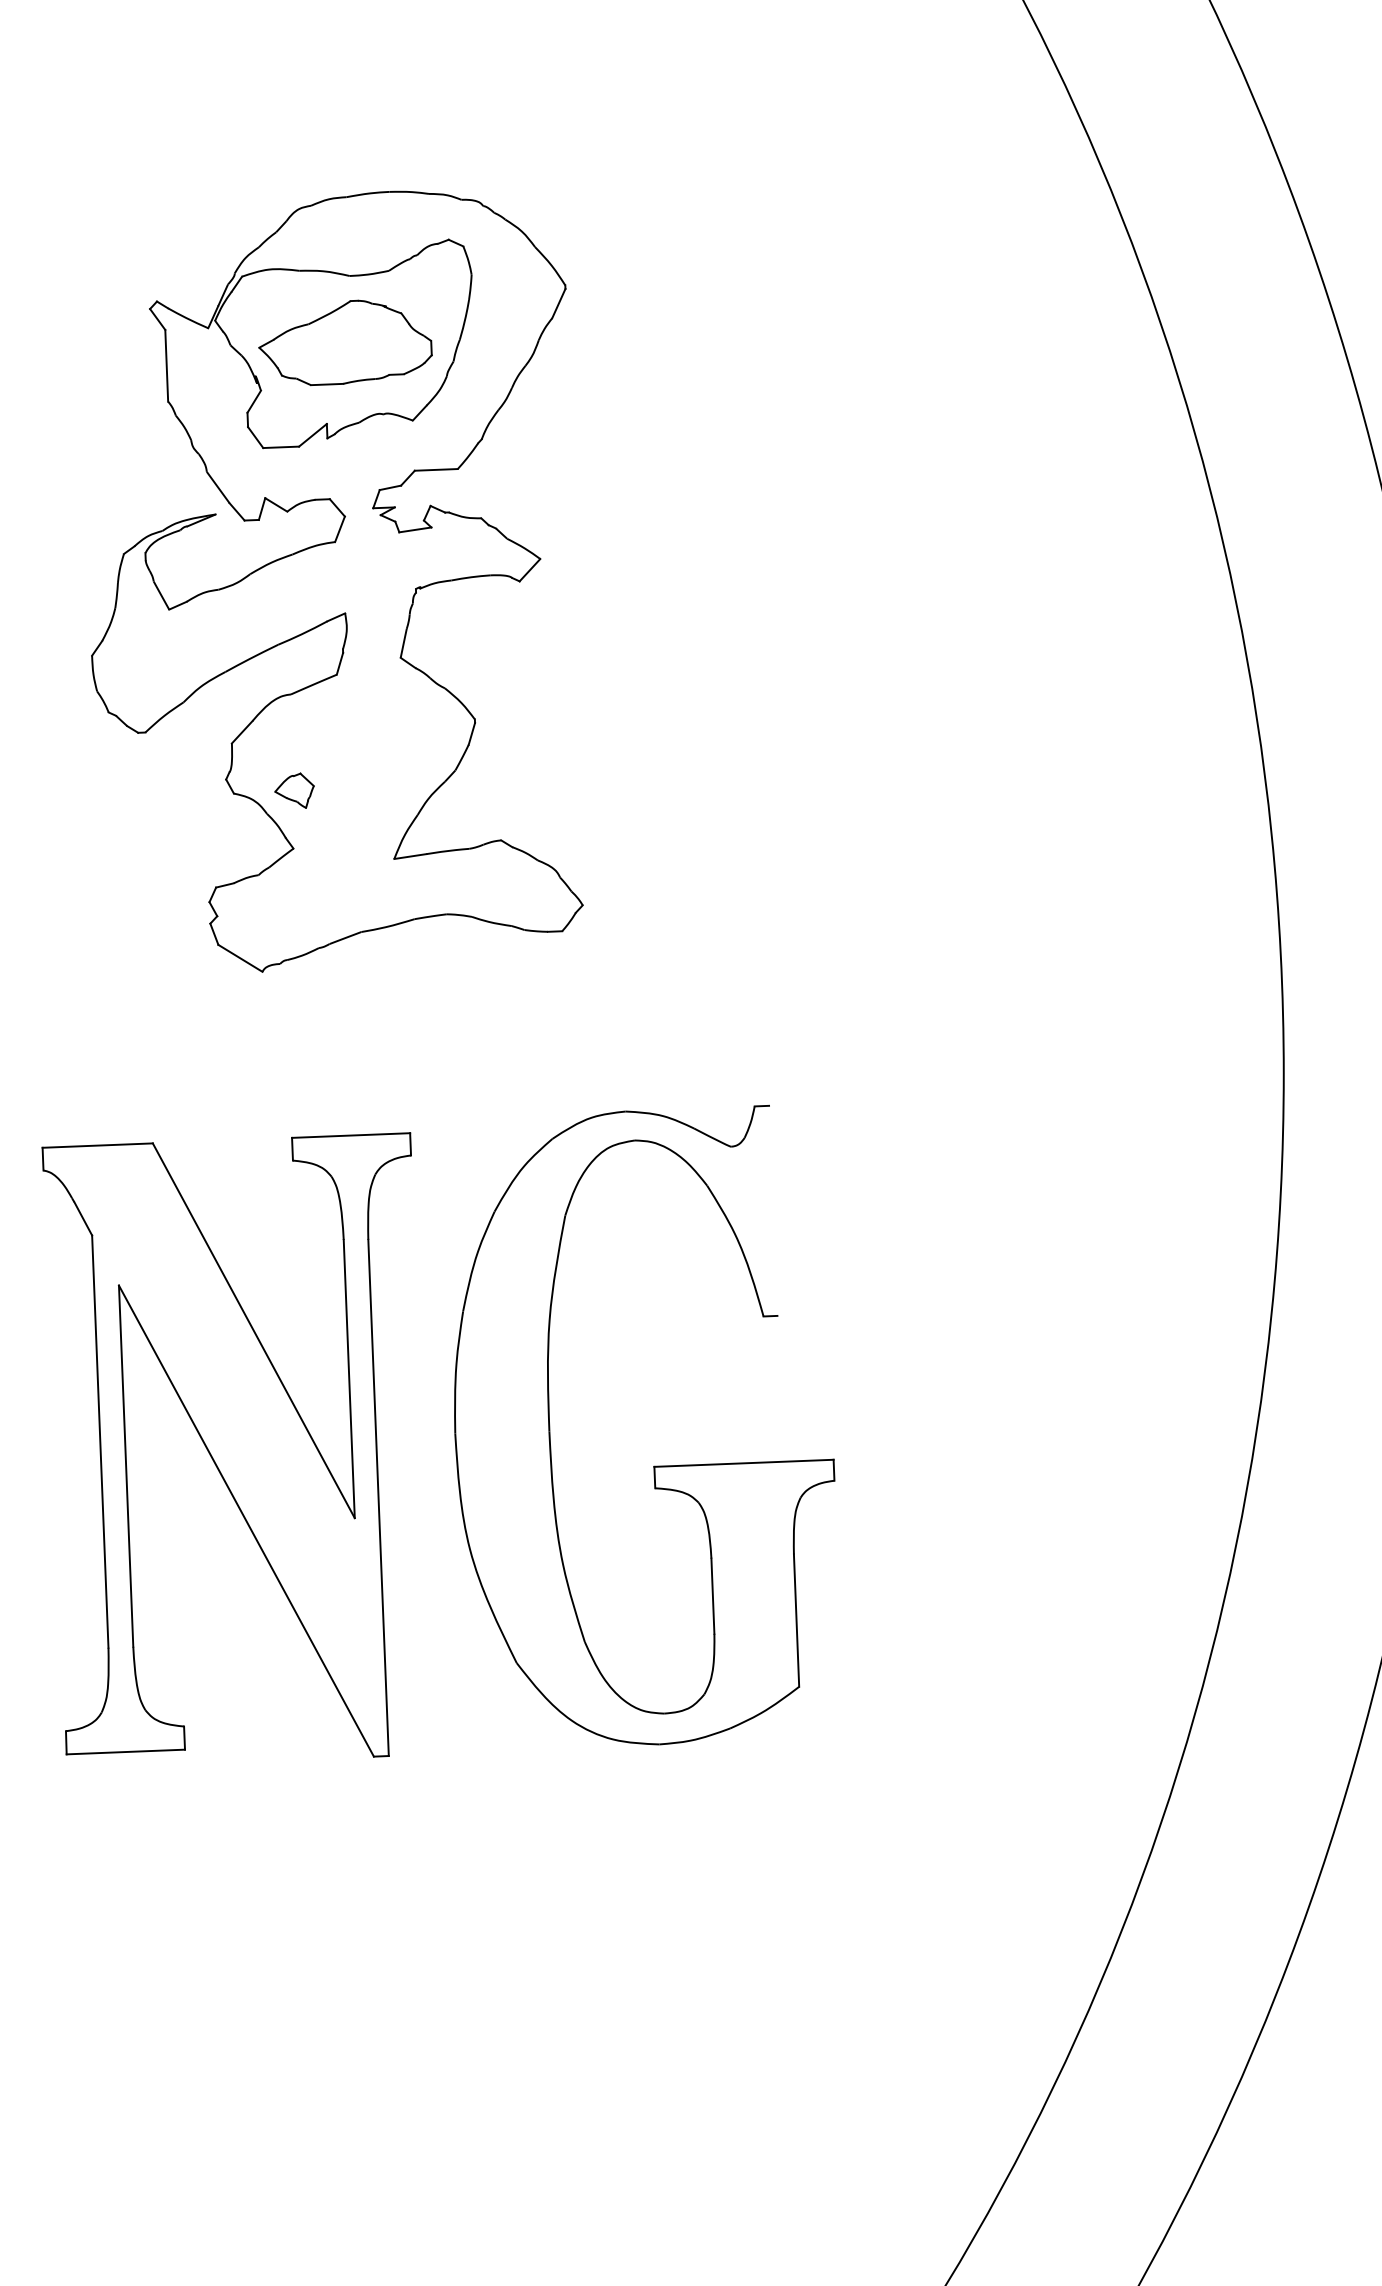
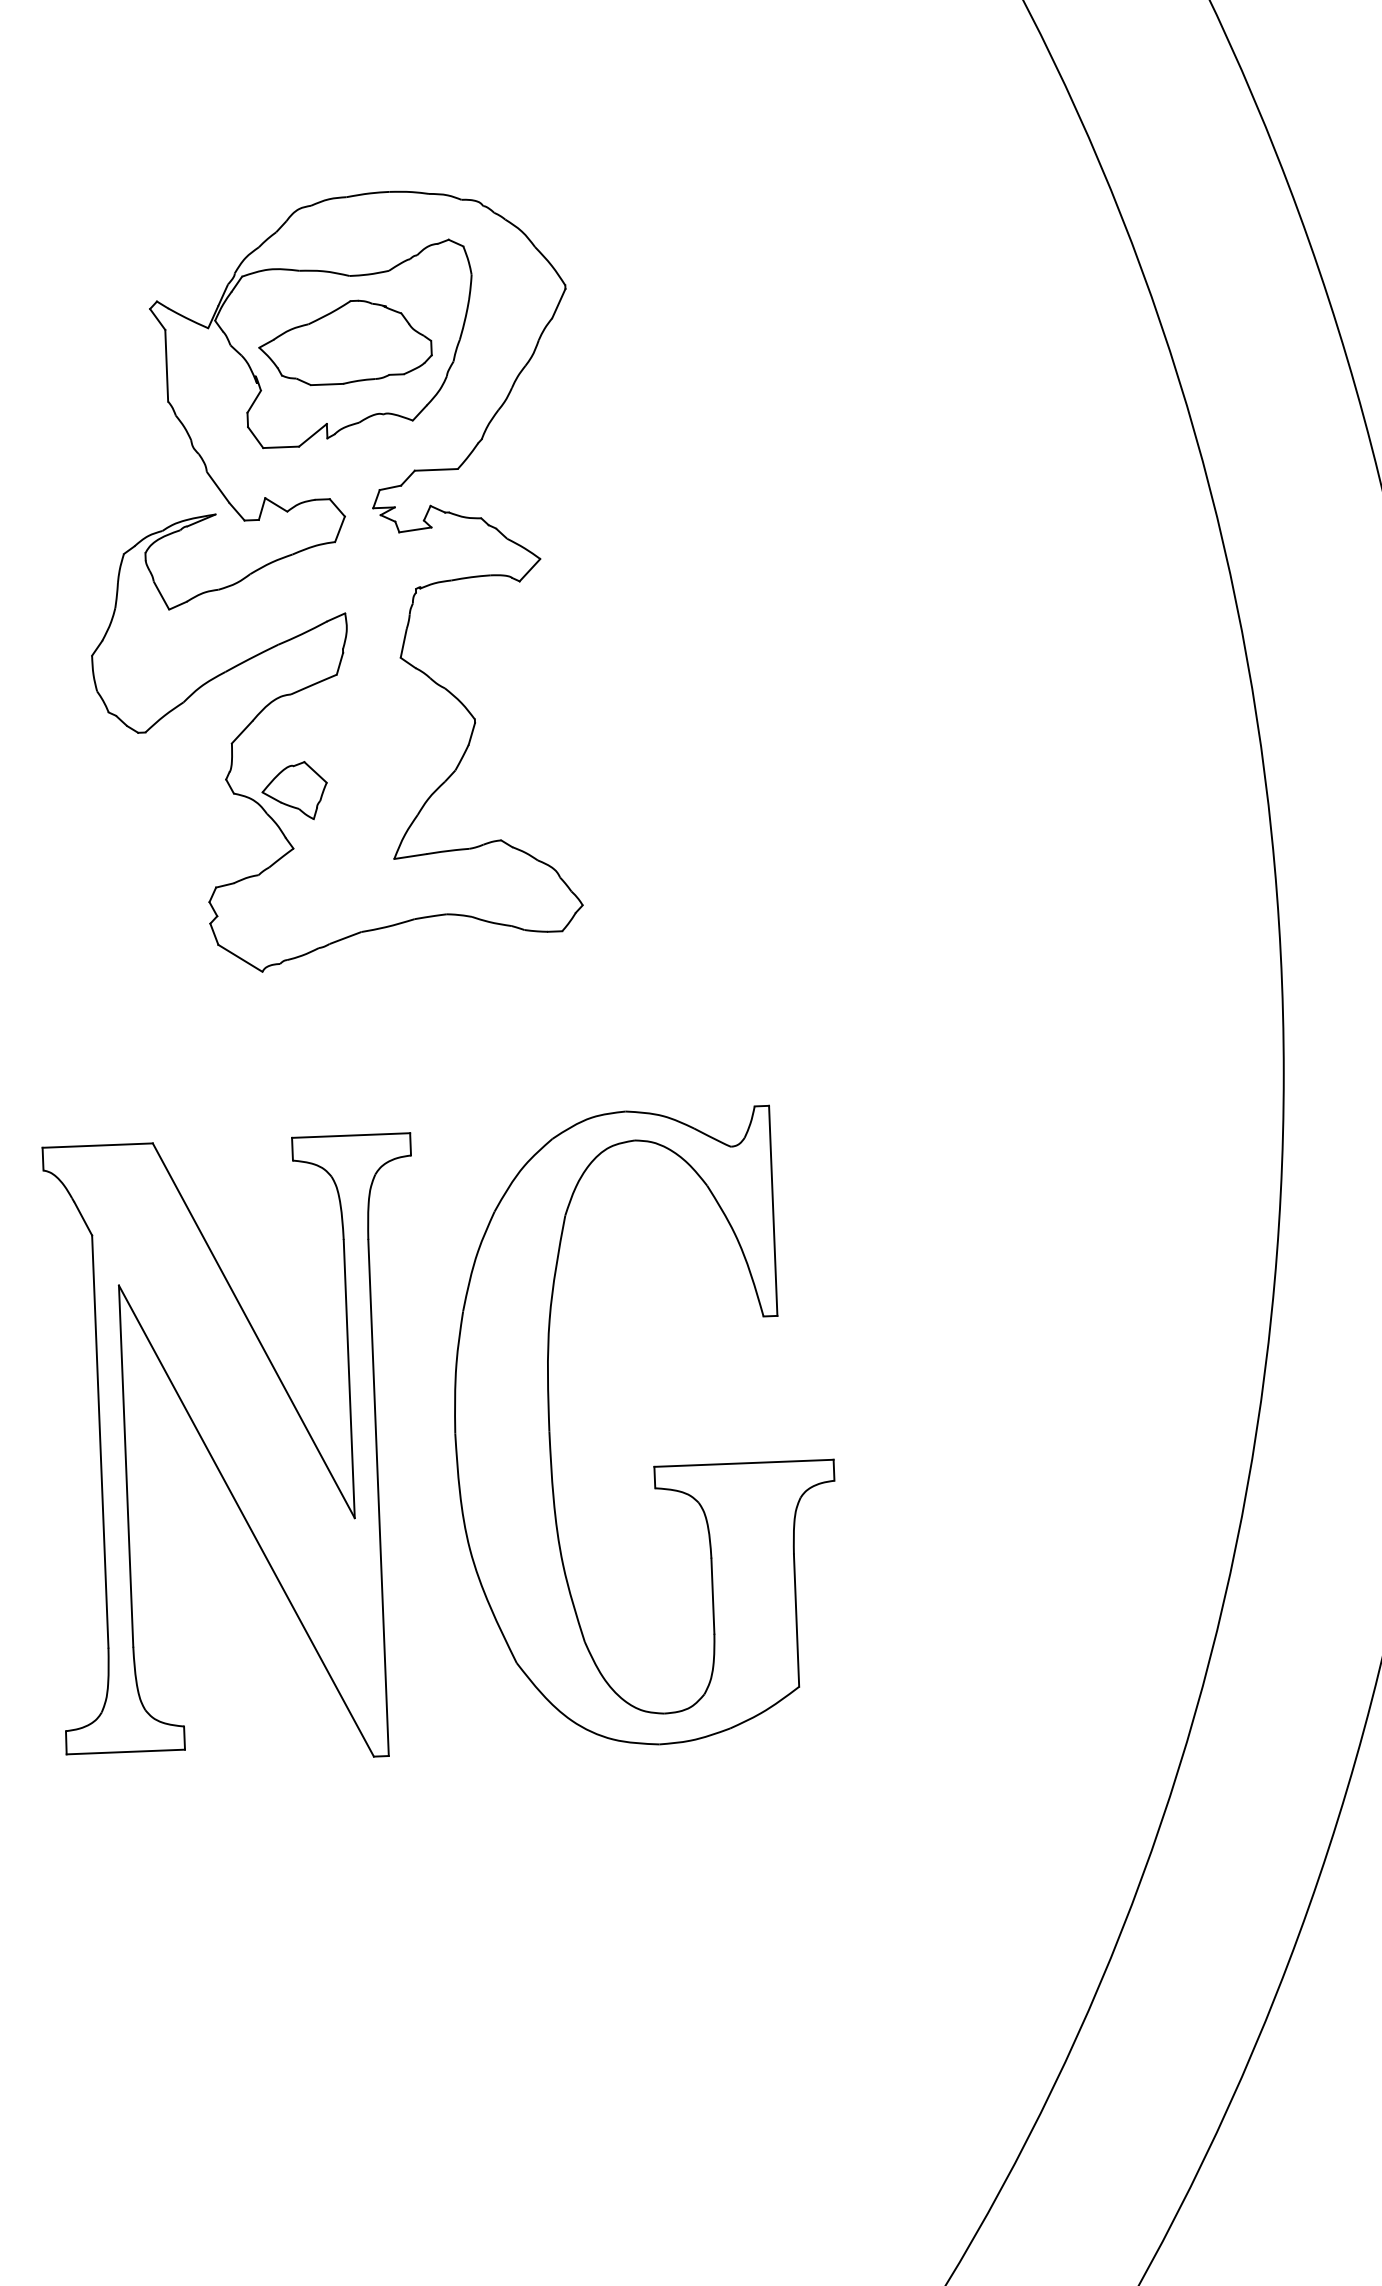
part at (294, 790) size: 41x37 px -> 67x60 px
line at (773, 1210): none -> present
